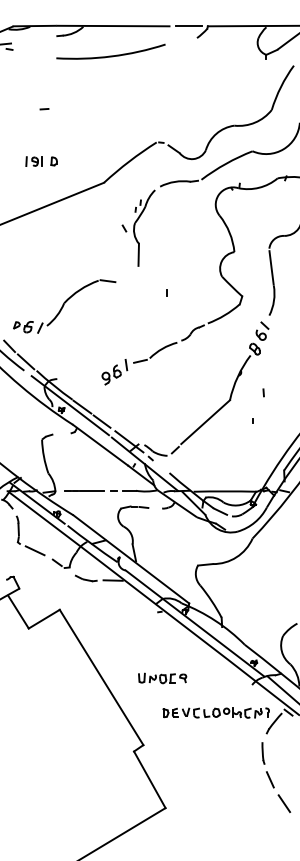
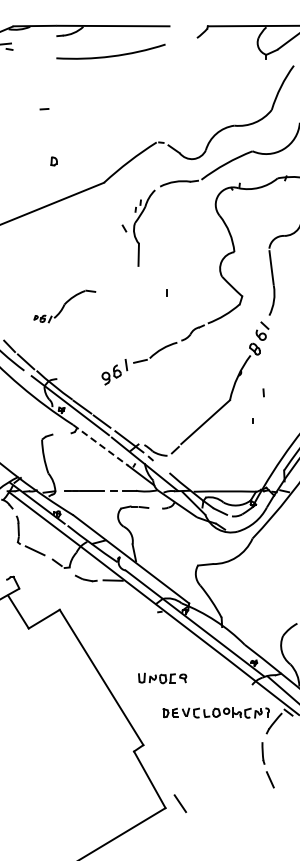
line at (188, 25): present -> none
part at (33, 161): present -> none
part at (64, 306) size: 104x55 px -> 64x35 px
line at (101, 445): solid -> dashed
line at (284, 803) position: (284, 803) -> (180, 803)
